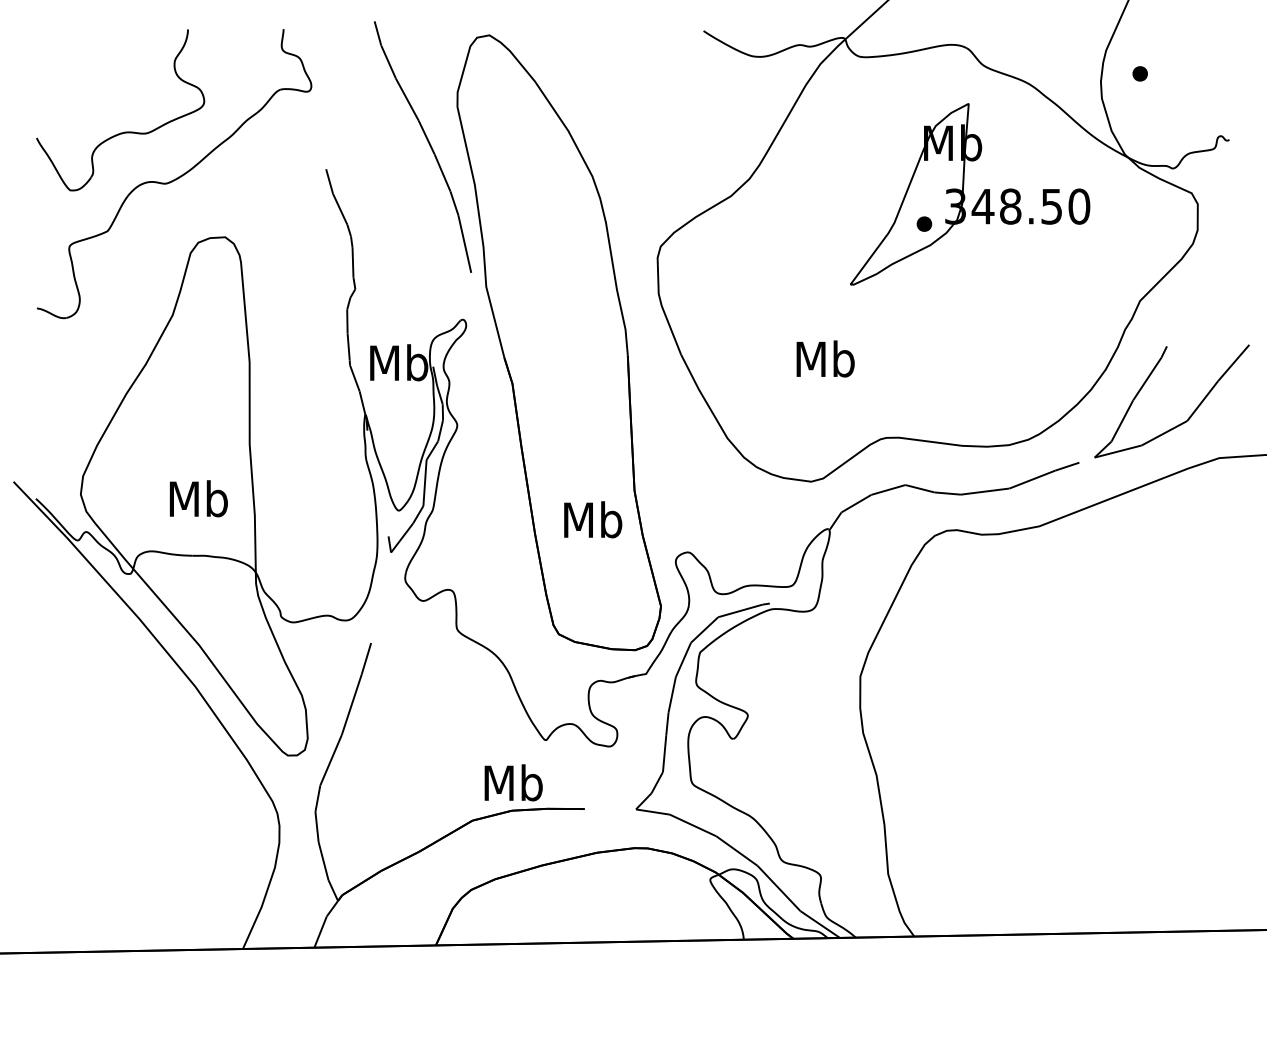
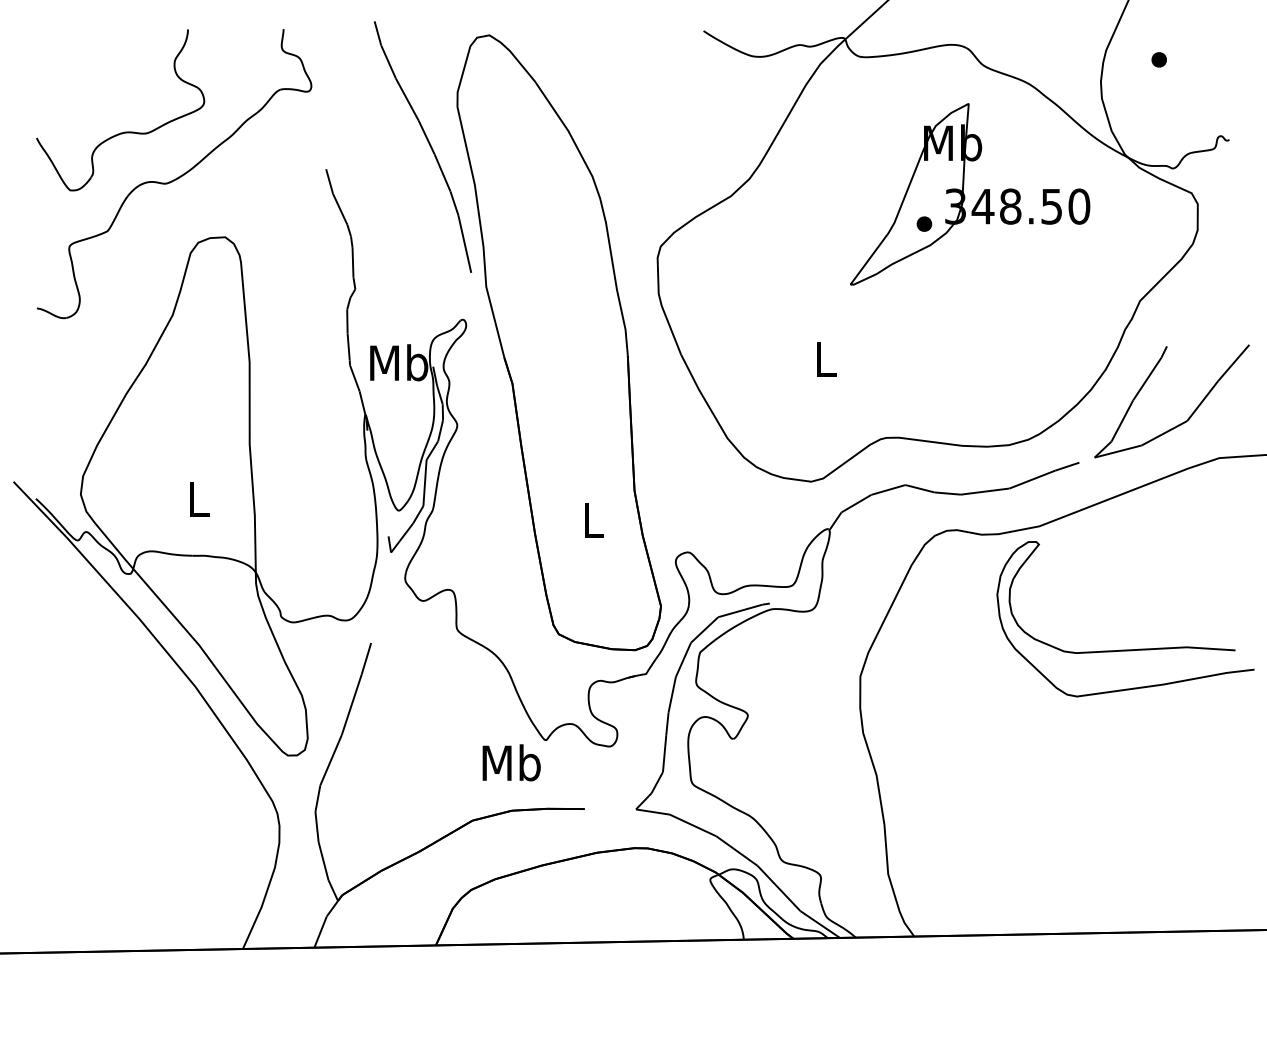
part at (1139, 73) position: (1139, 73) -> (1158, 59)
text at (825, 358): Mb -> L
text at (198, 498): Mb -> L
text at (593, 519): Mb -> L
curve at (1125, 649): none -> present
text at (513, 782) position: (513, 782) -> (511, 762)
